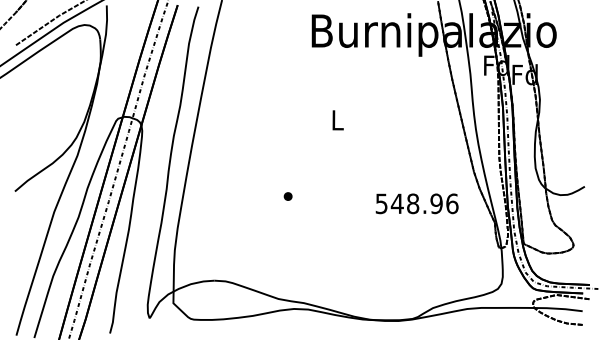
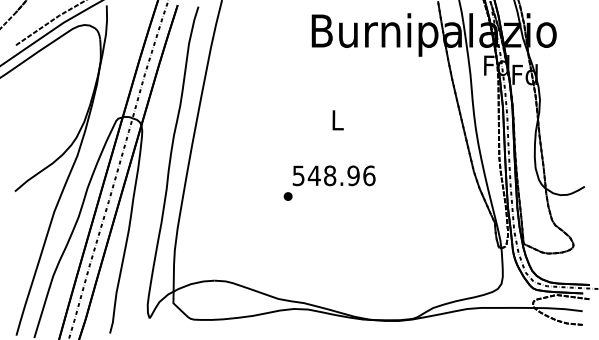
text at (416, 203) position: (416, 203) -> (333, 175)
